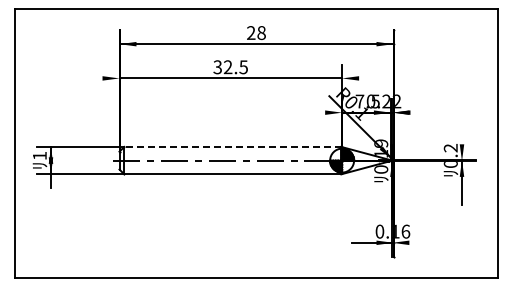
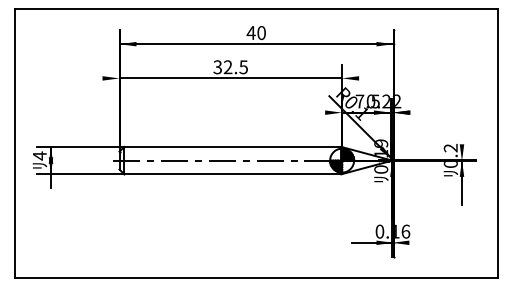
text at (255, 32): 28 -> 40
line at (233, 146): dashed -> solid
text at (39, 155): 1 -> 4
